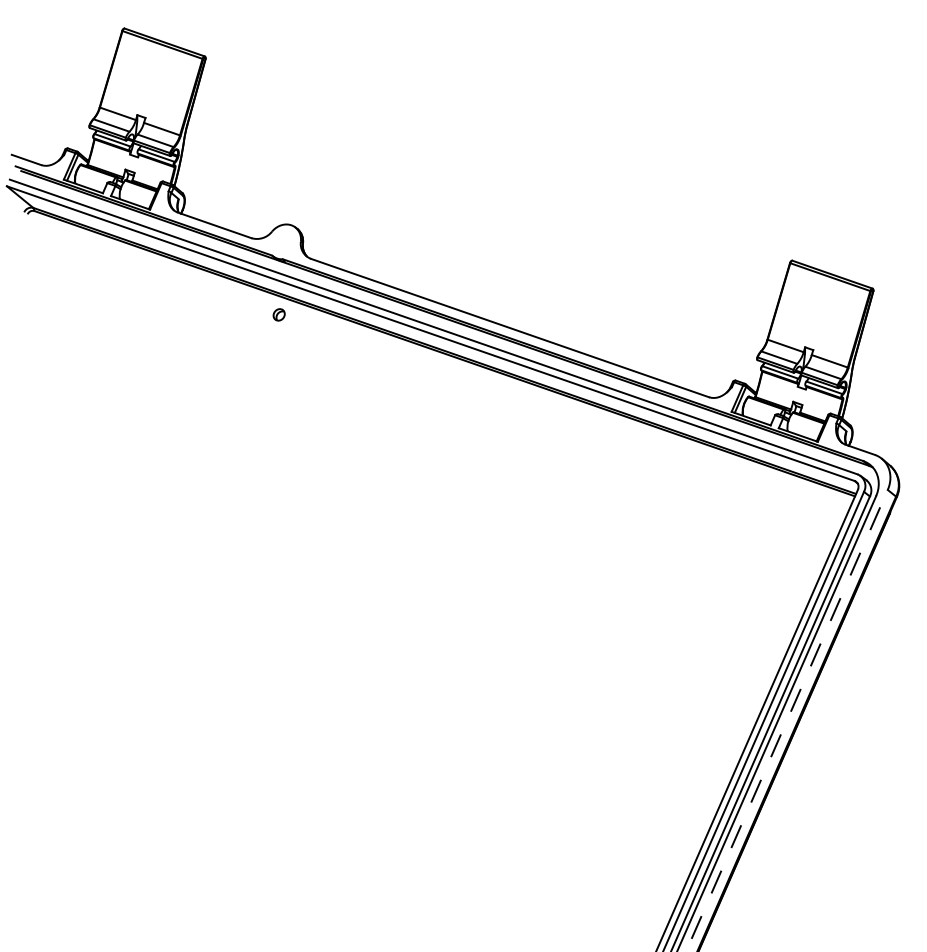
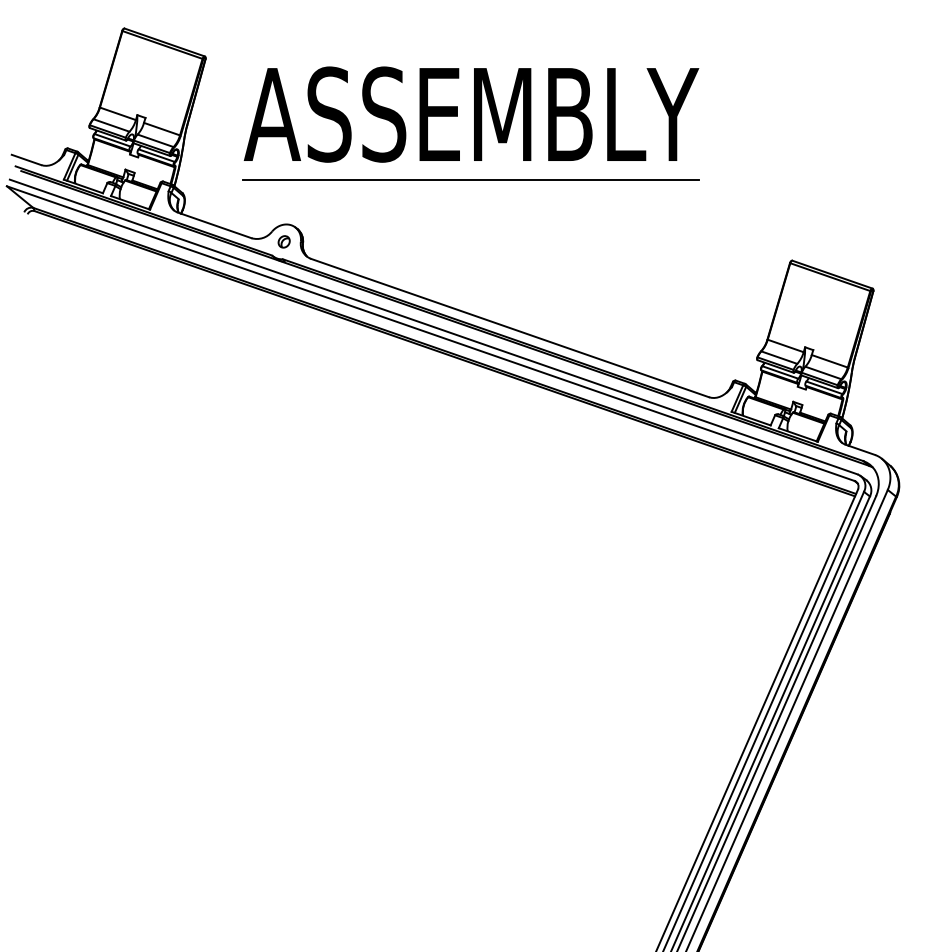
part at (470, 123): none -> present
part at (278, 314) position: (278, 314) -> (283, 241)
line at (786, 720): dashed -> solid
